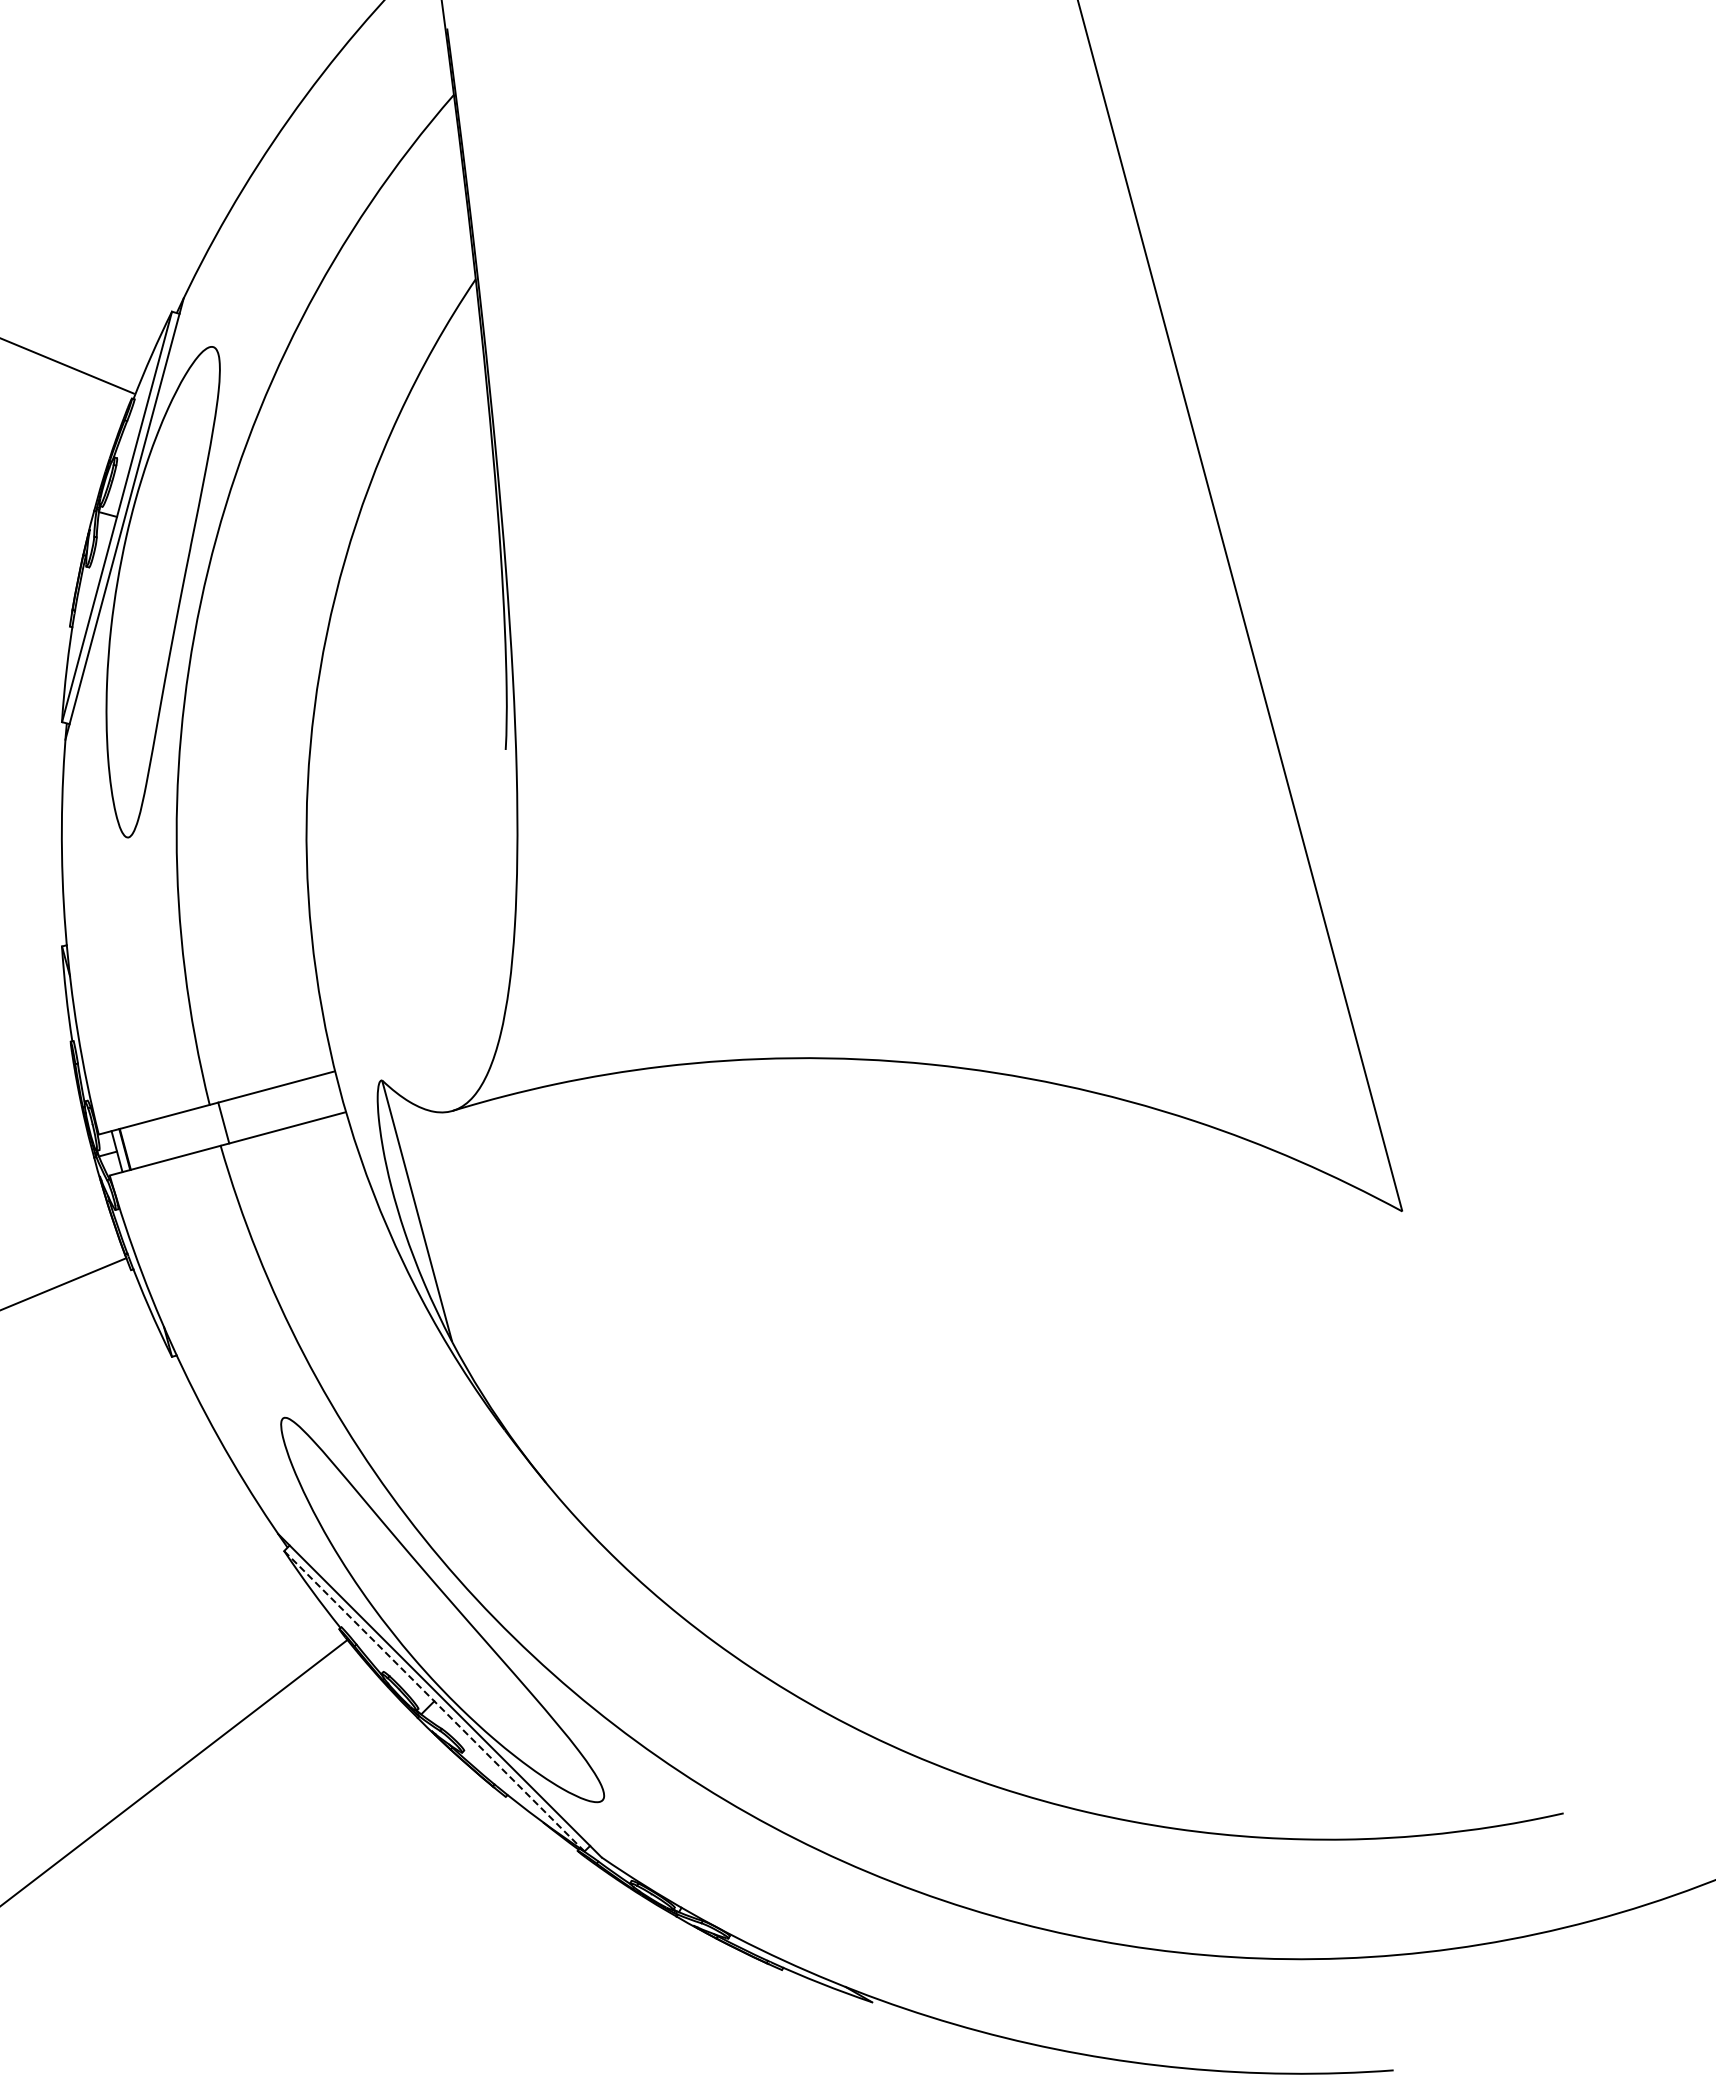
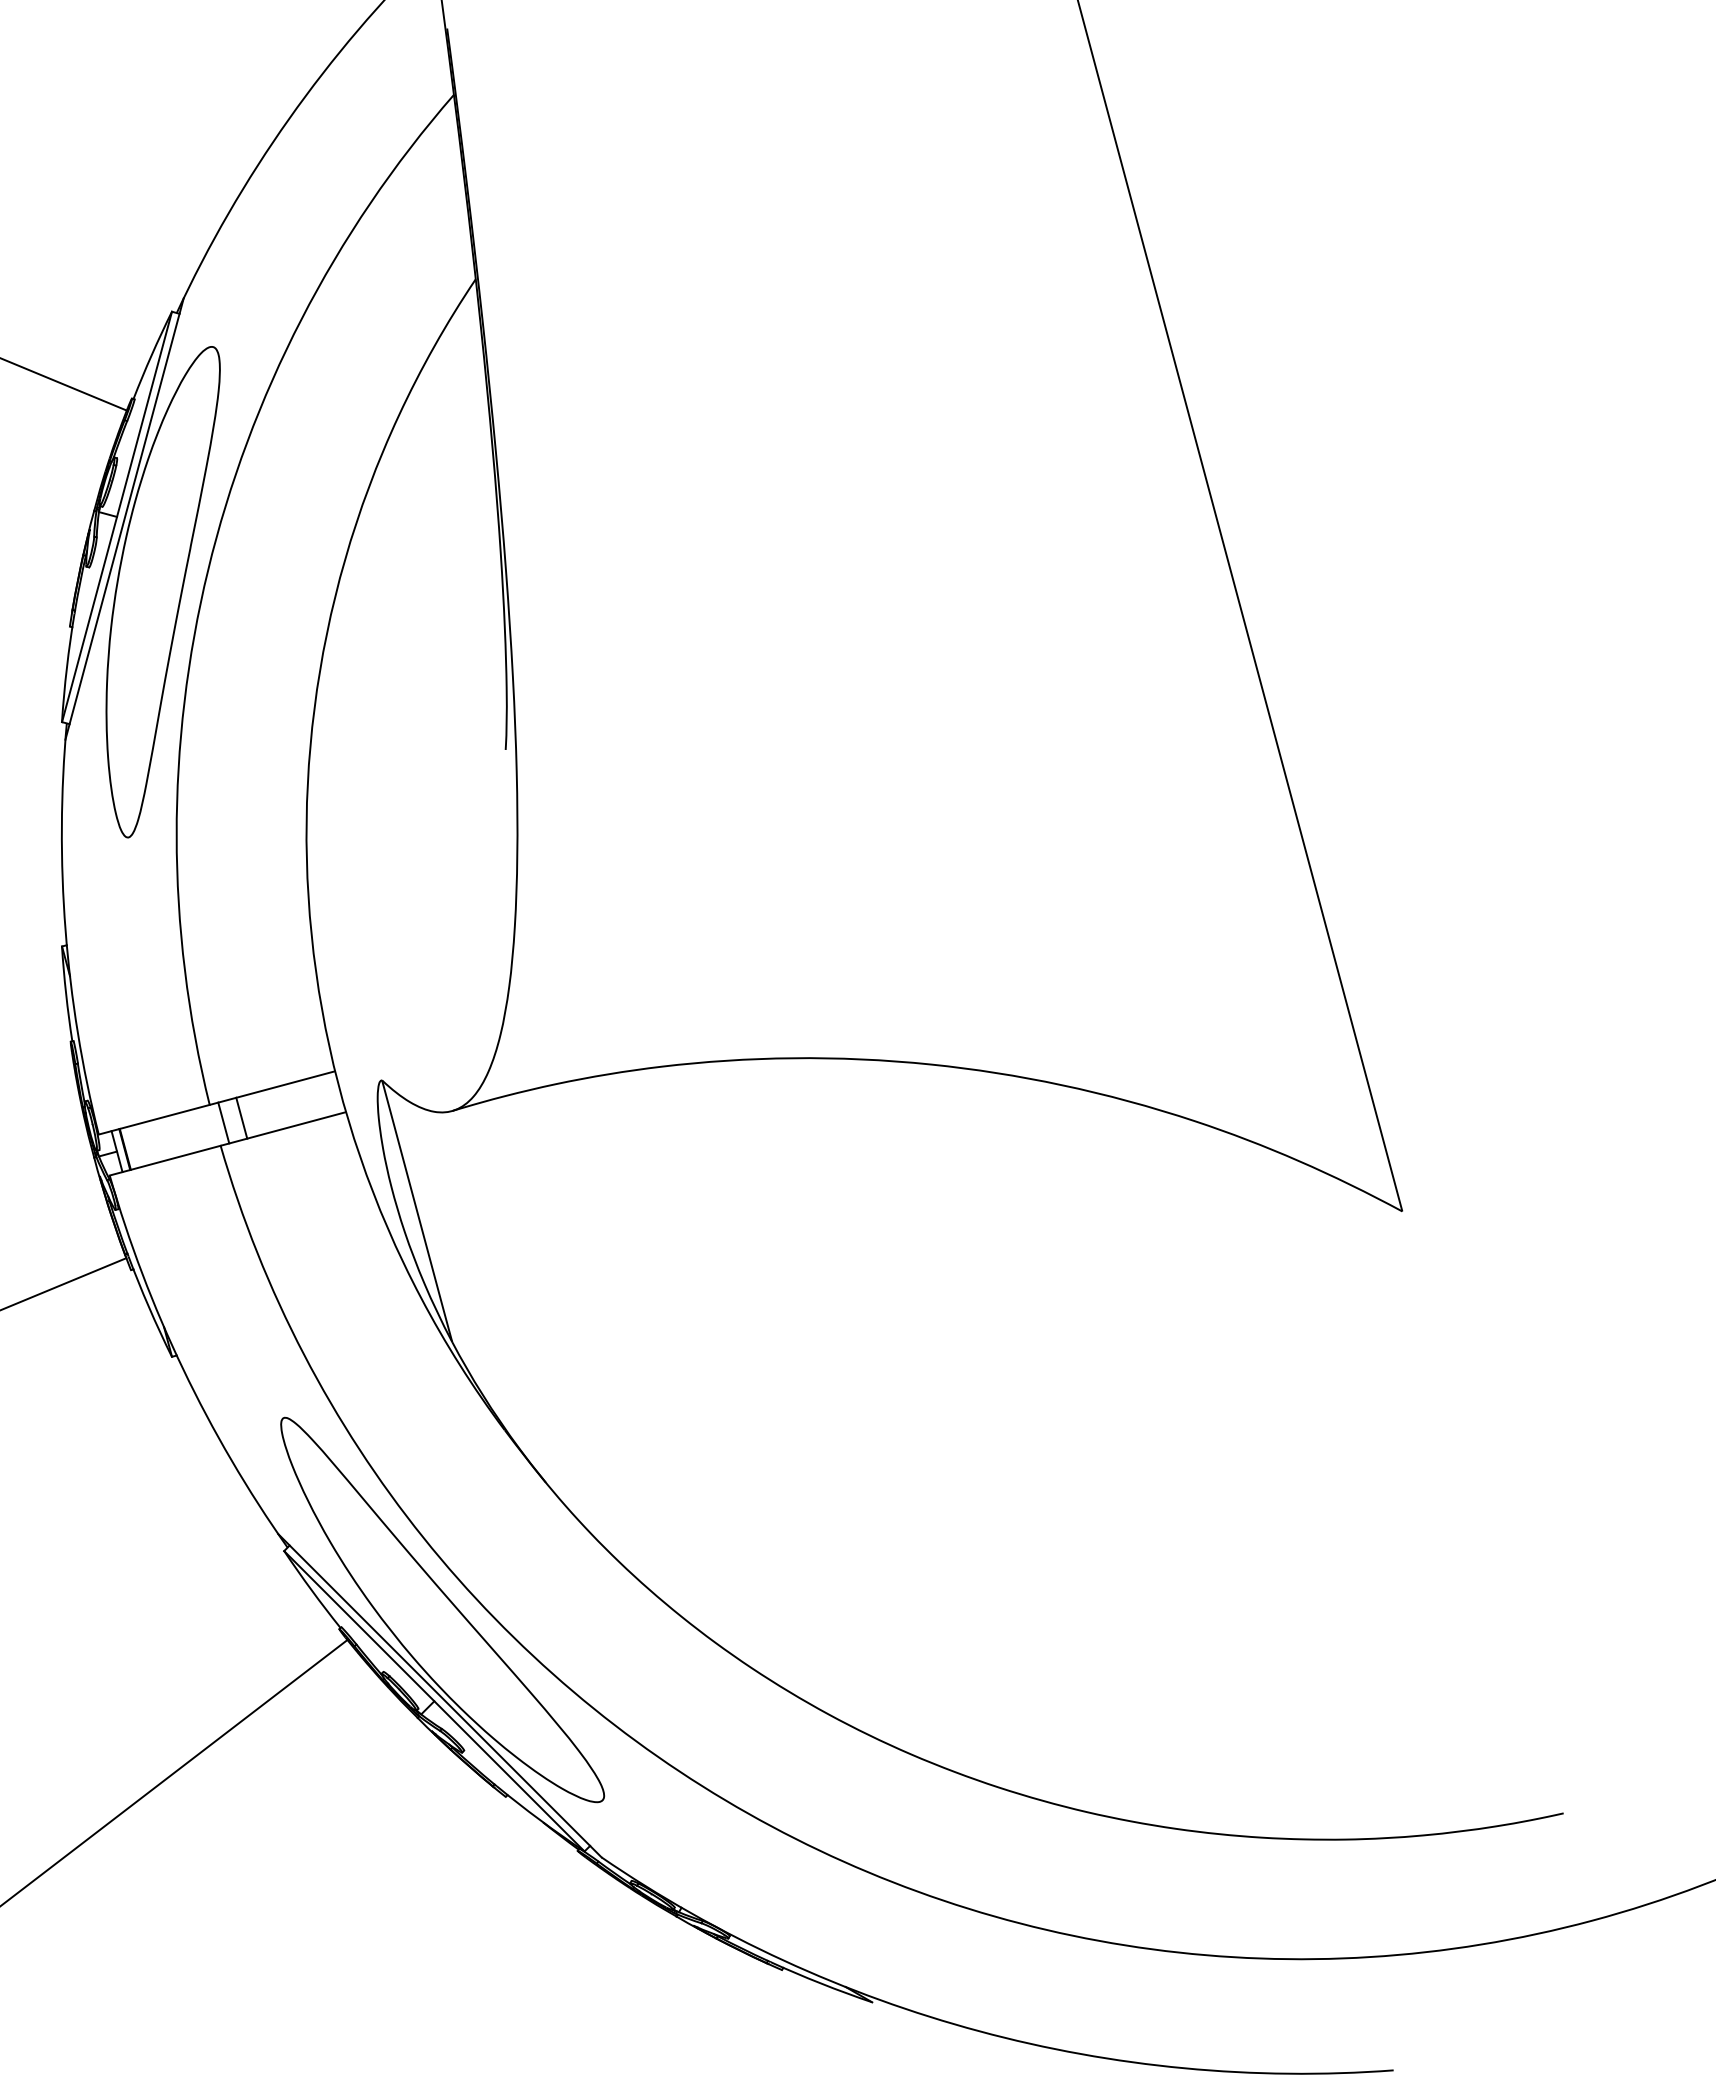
line at (67, 366) position: (67, 366) -> (64, 384)
line at (241, 1117): none -> present
line at (434, 1701): dashed -> solid
